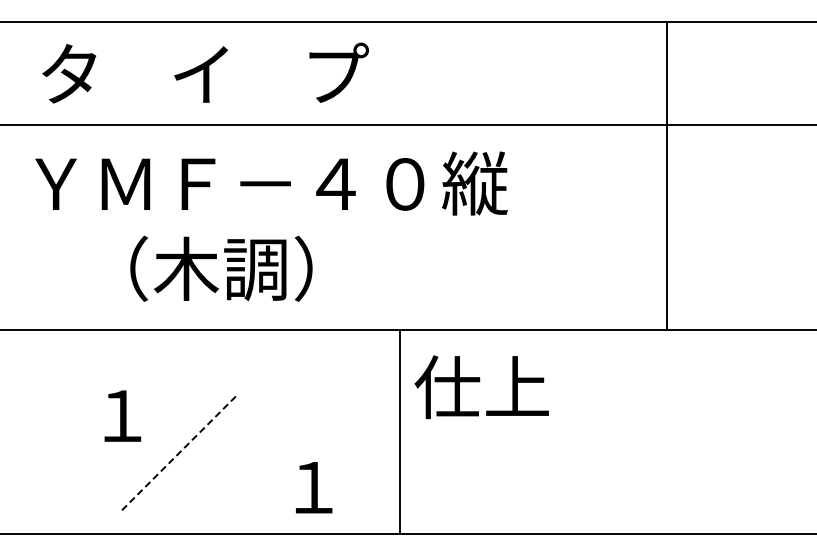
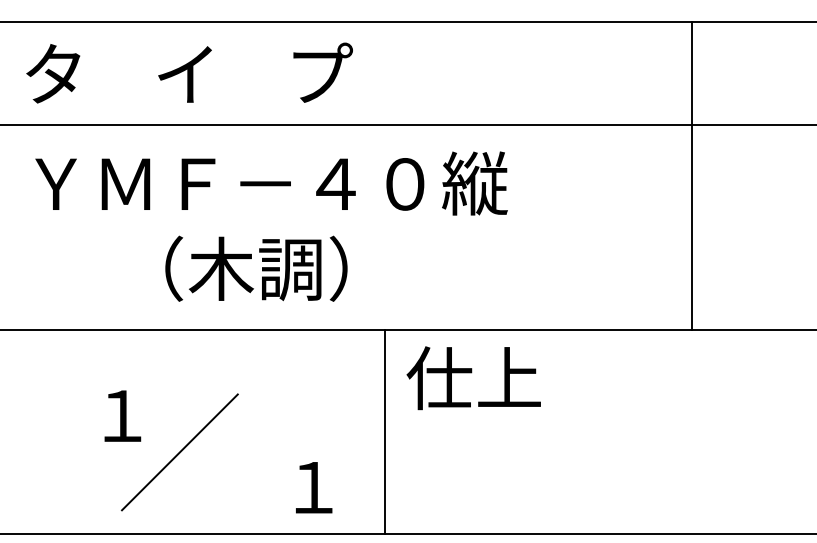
text at (205, 72) position: (205, 72) -> (189, 72)
line at (666, 175) position: (666, 175) -> (691, 175)
text at (221, 268) position: (221, 268) -> (256, 268)
text at (481, 387) position: (481, 387) -> (473, 378)
line at (399, 431) position: (399, 431) -> (384, 431)
line at (179, 452): dashed -> solid
